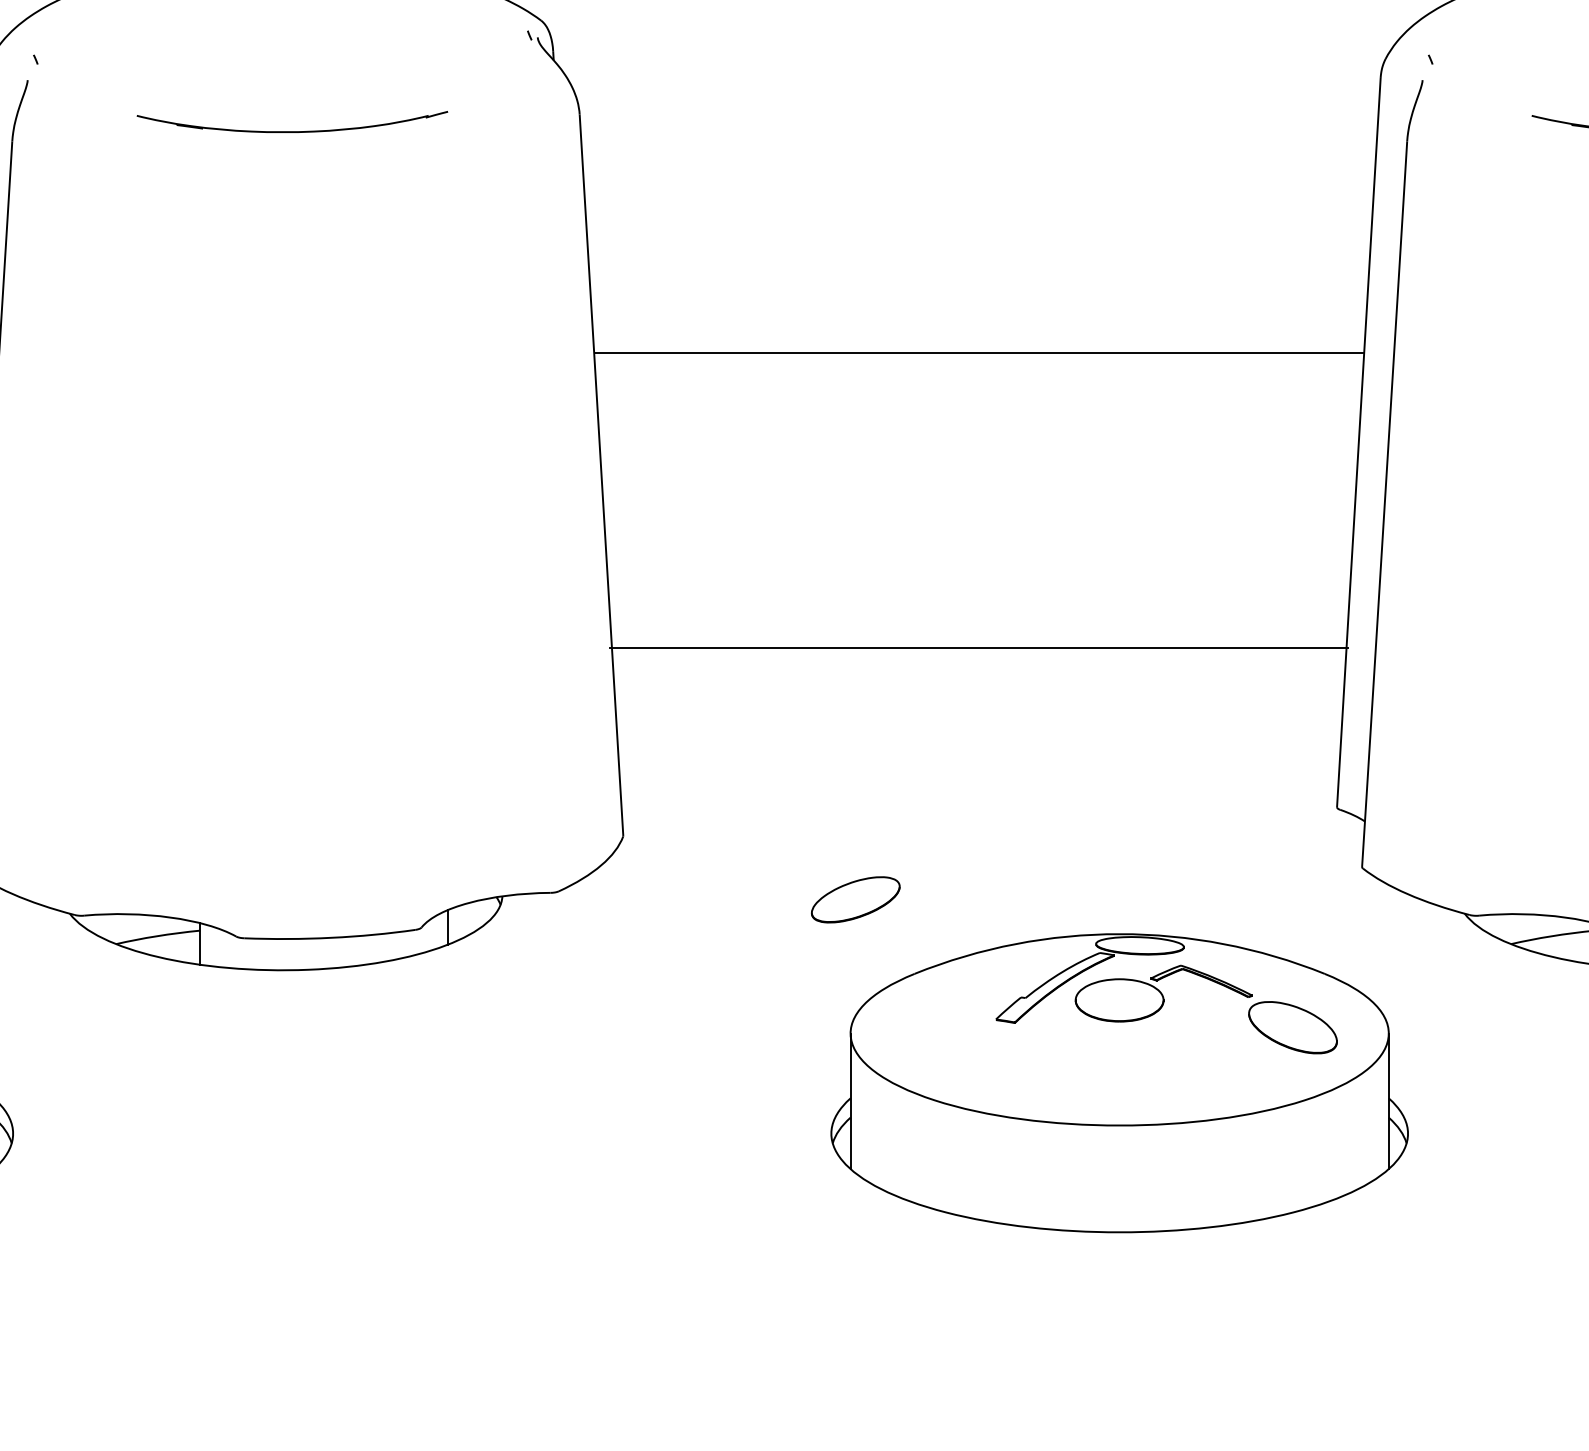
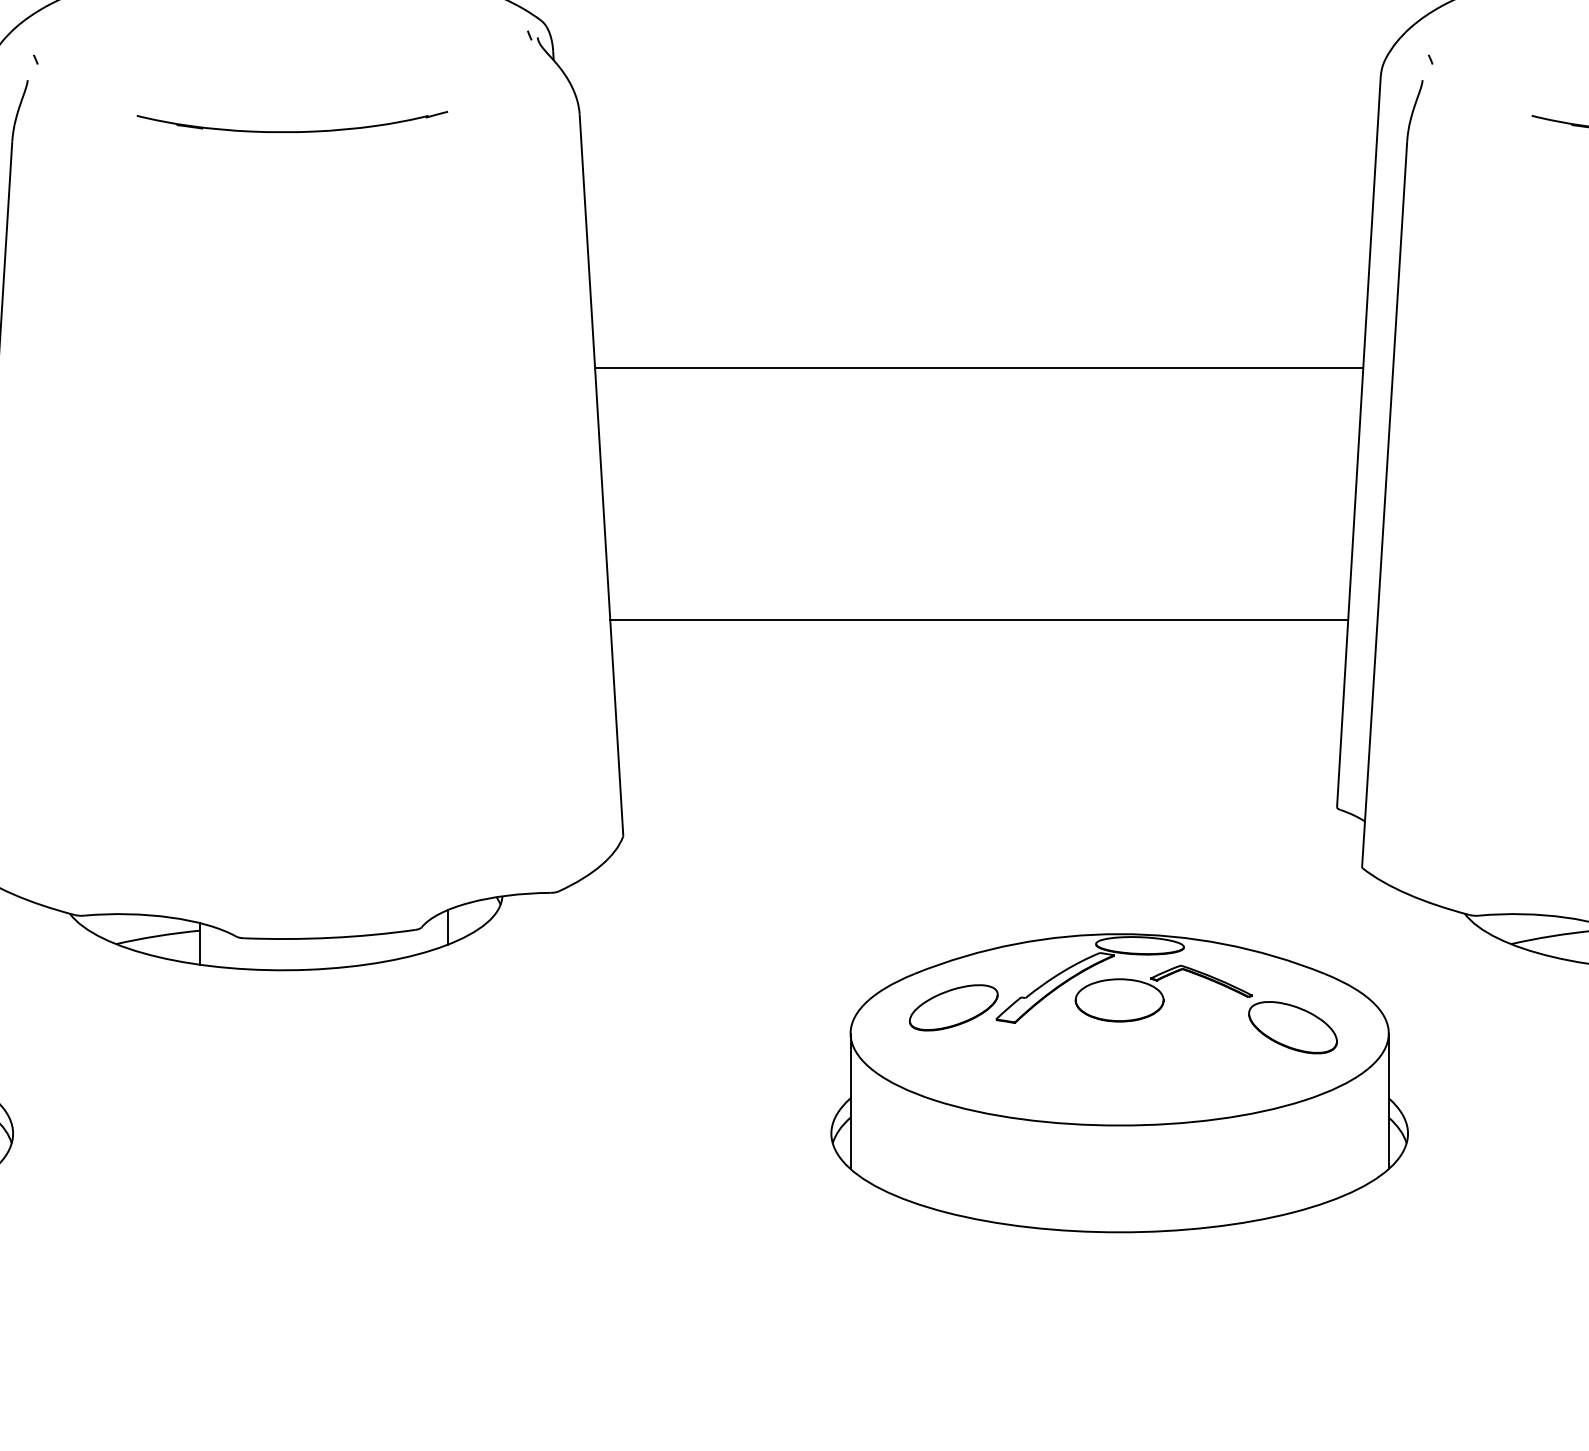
line at (979, 352) position: (979, 352) -> (979, 367)
line at (979, 647) position: (979, 647) -> (979, 619)
part at (855, 899) position: (855, 899) -> (953, 1007)
